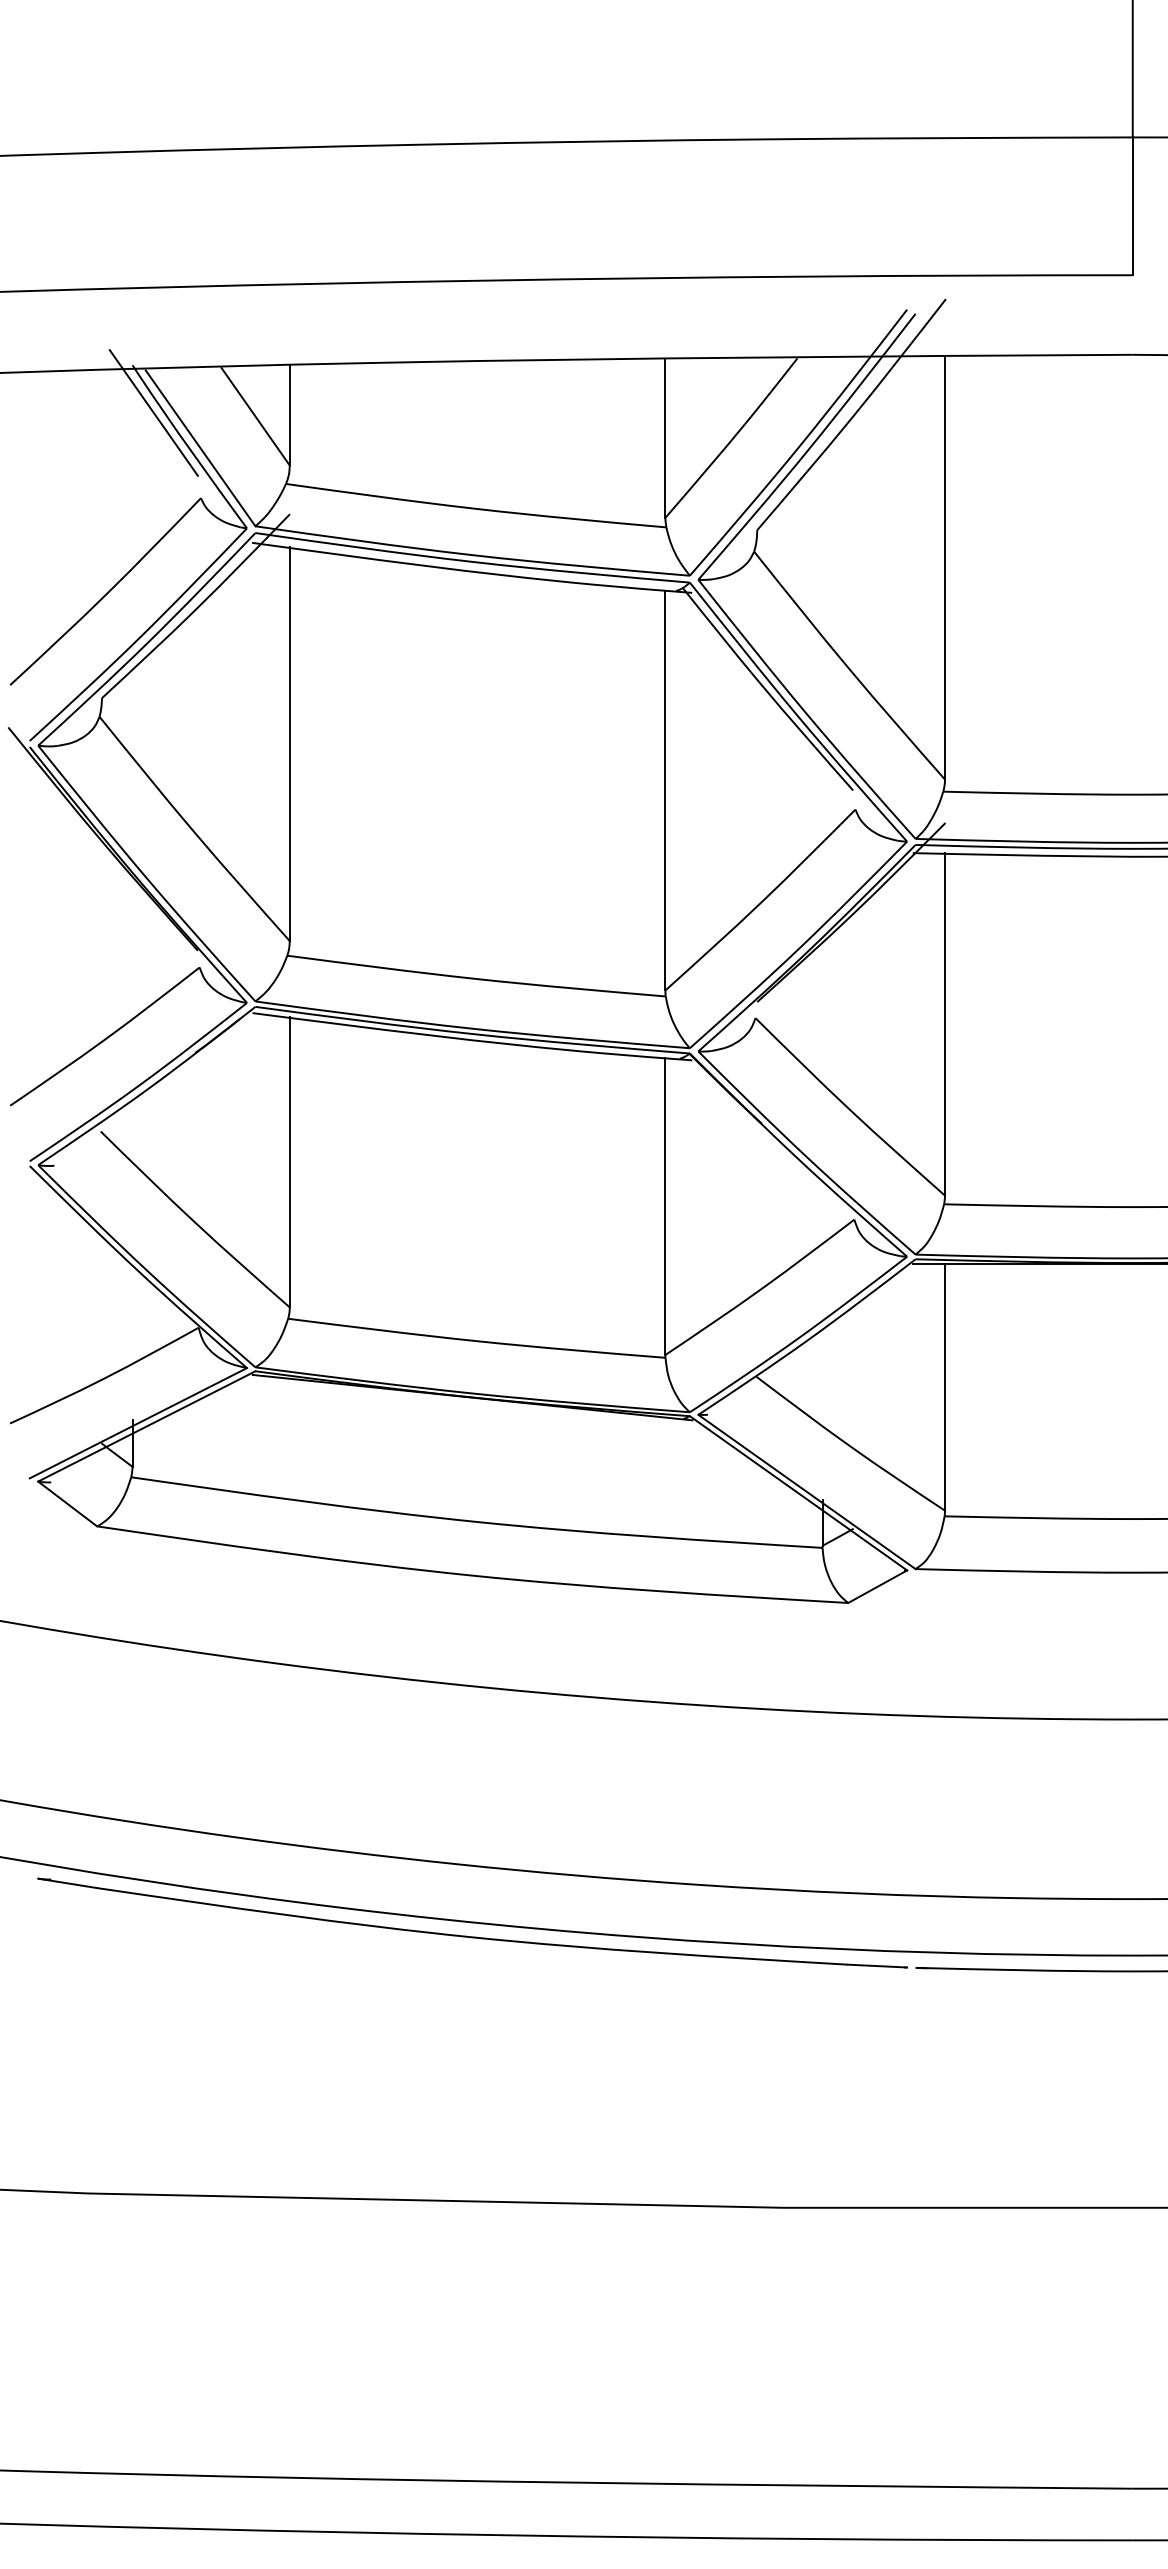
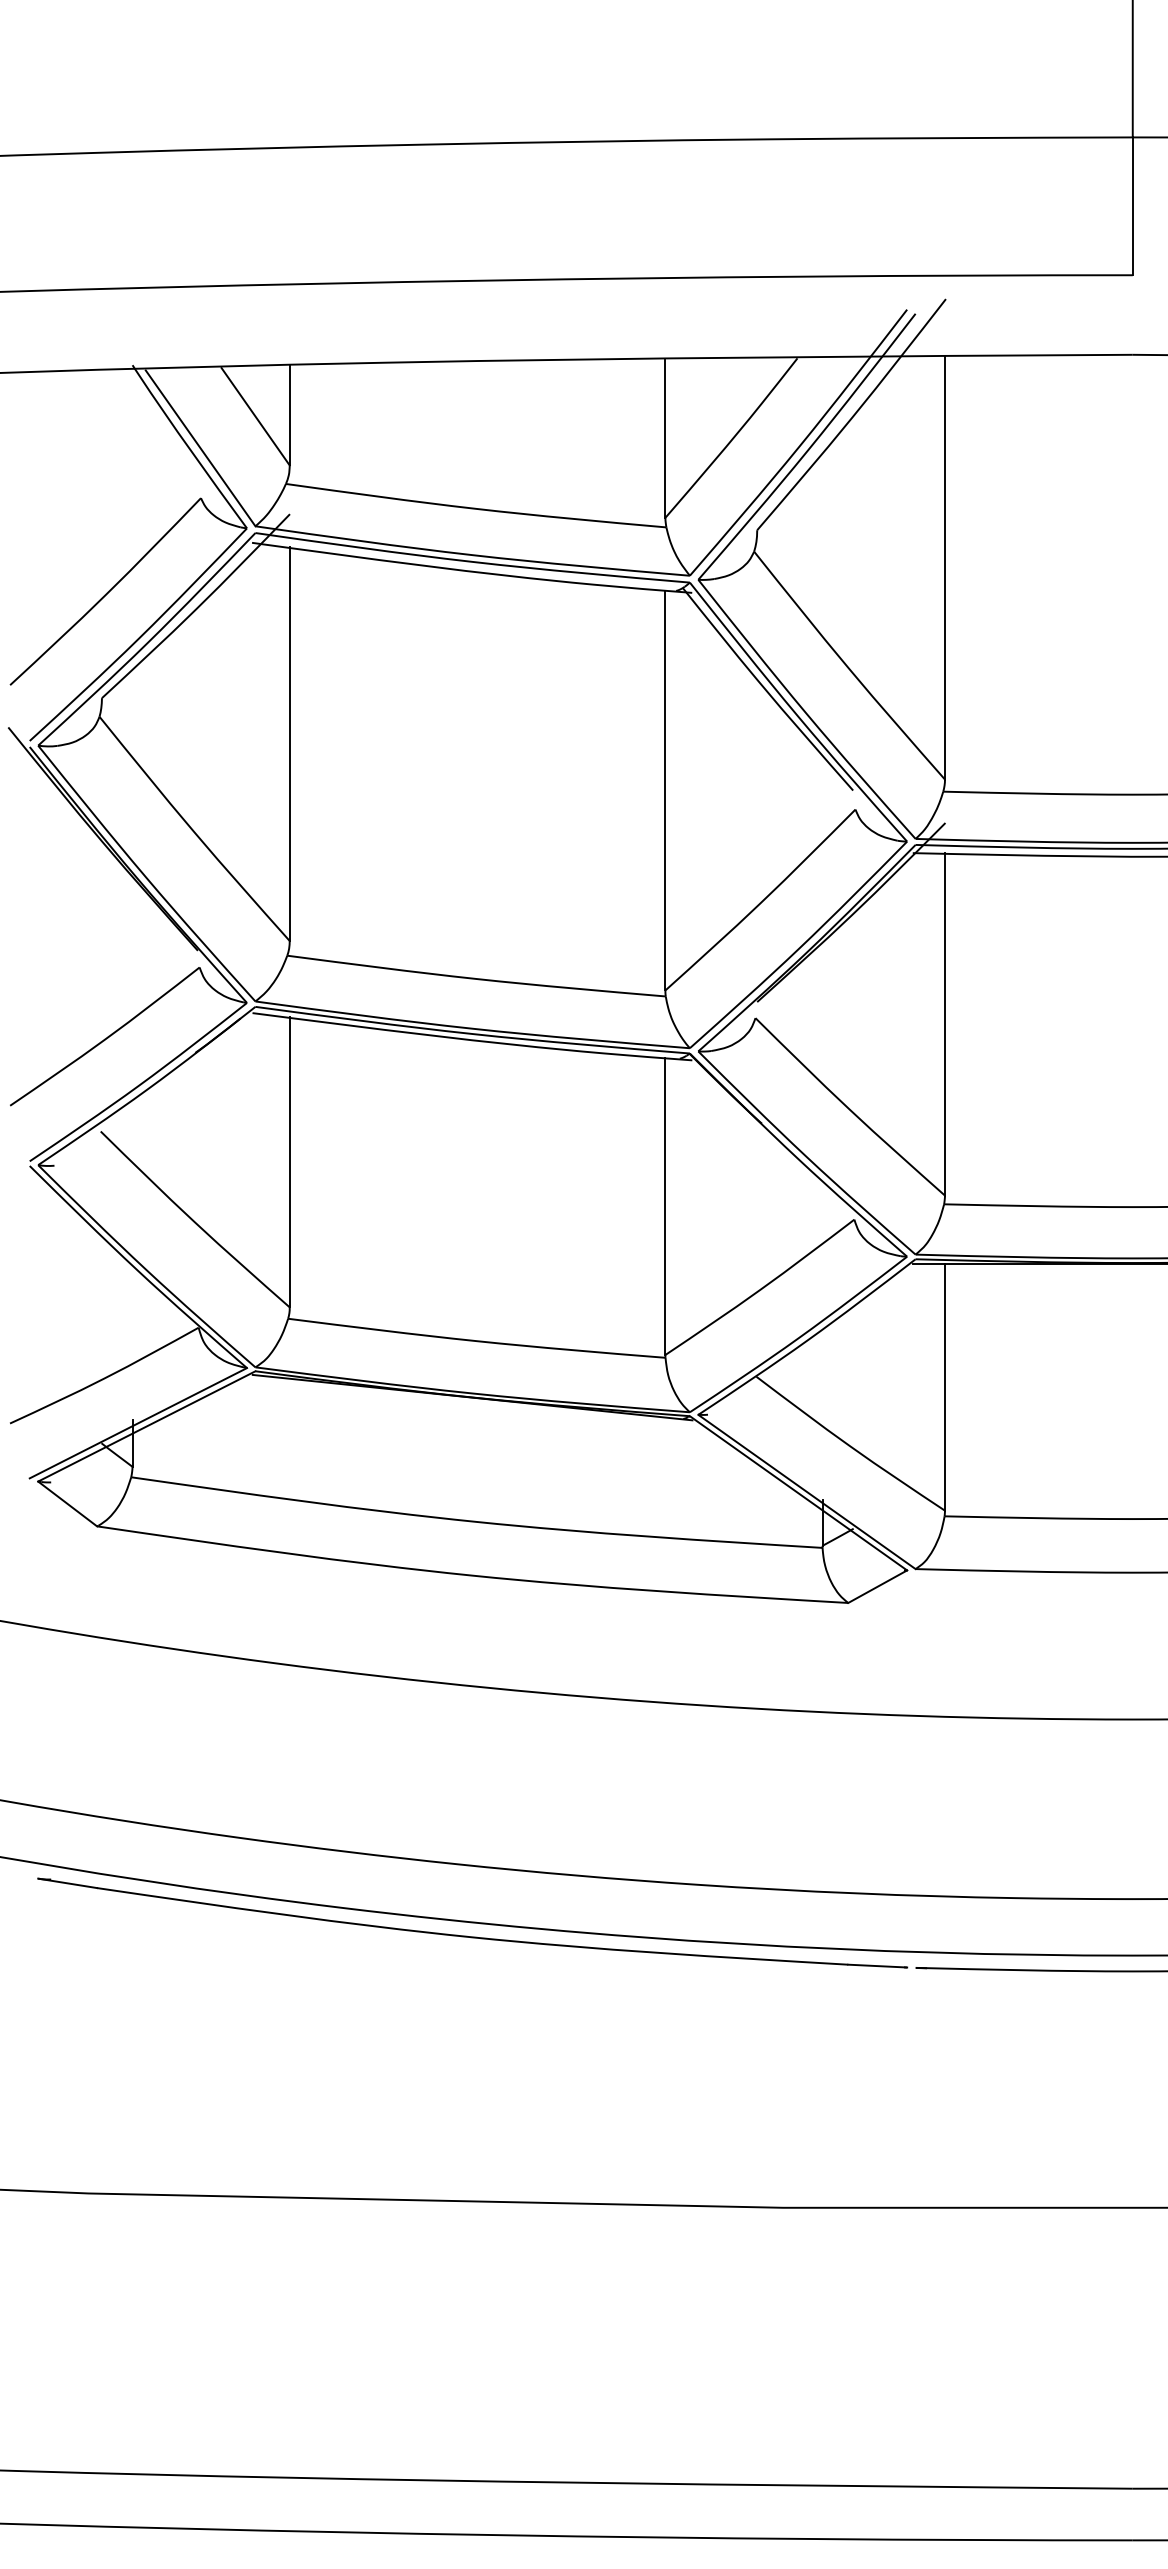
line at (153, 412): present -> none
